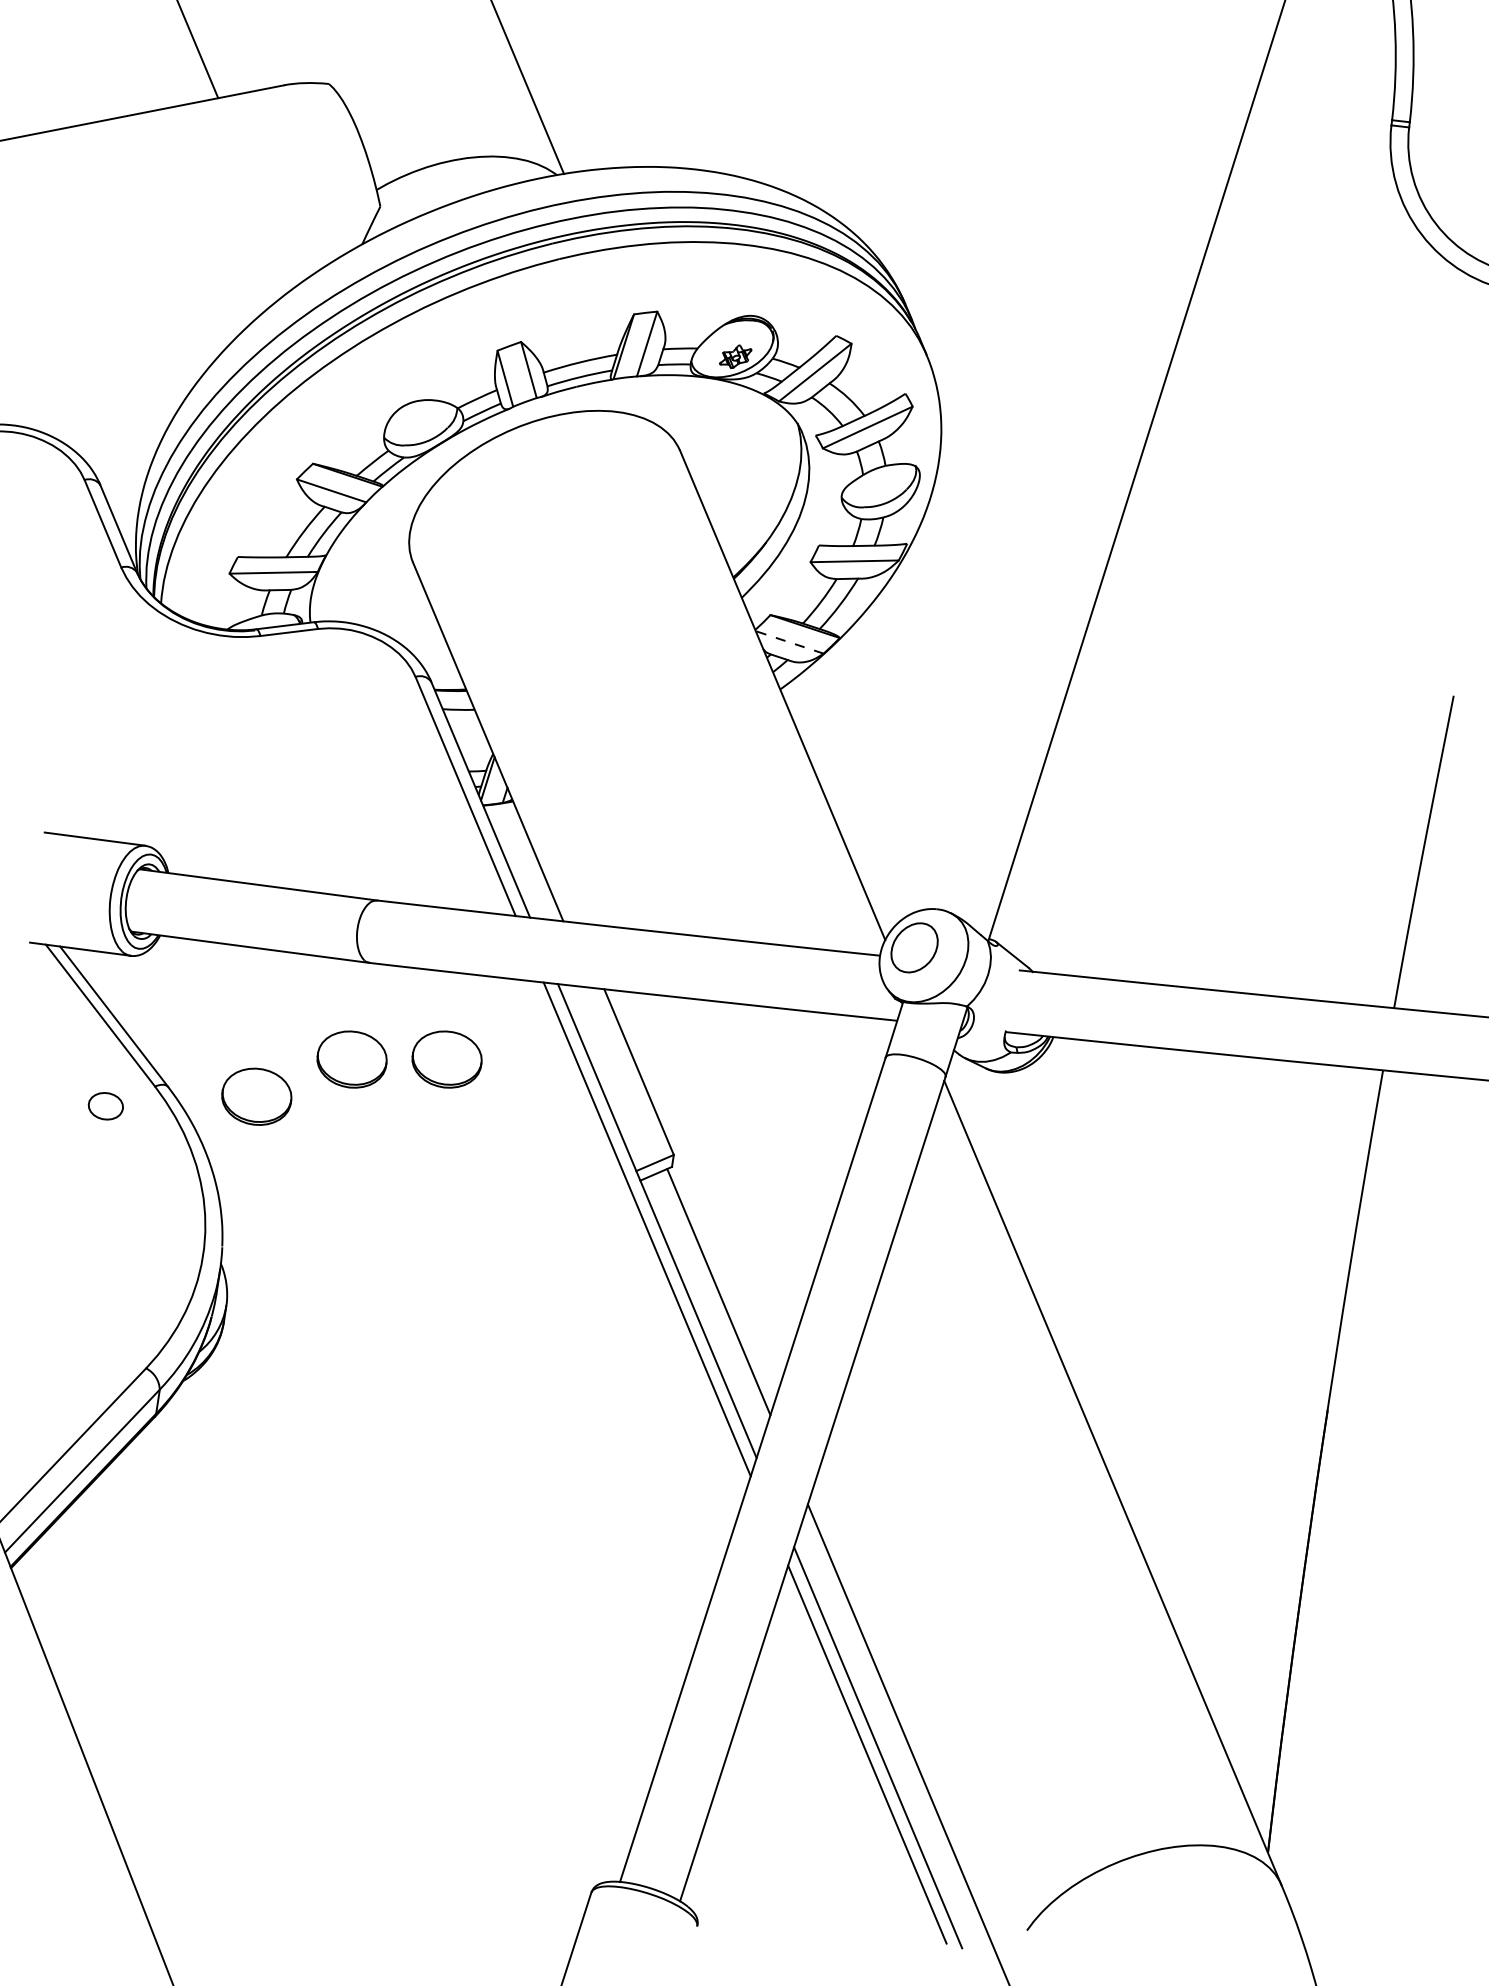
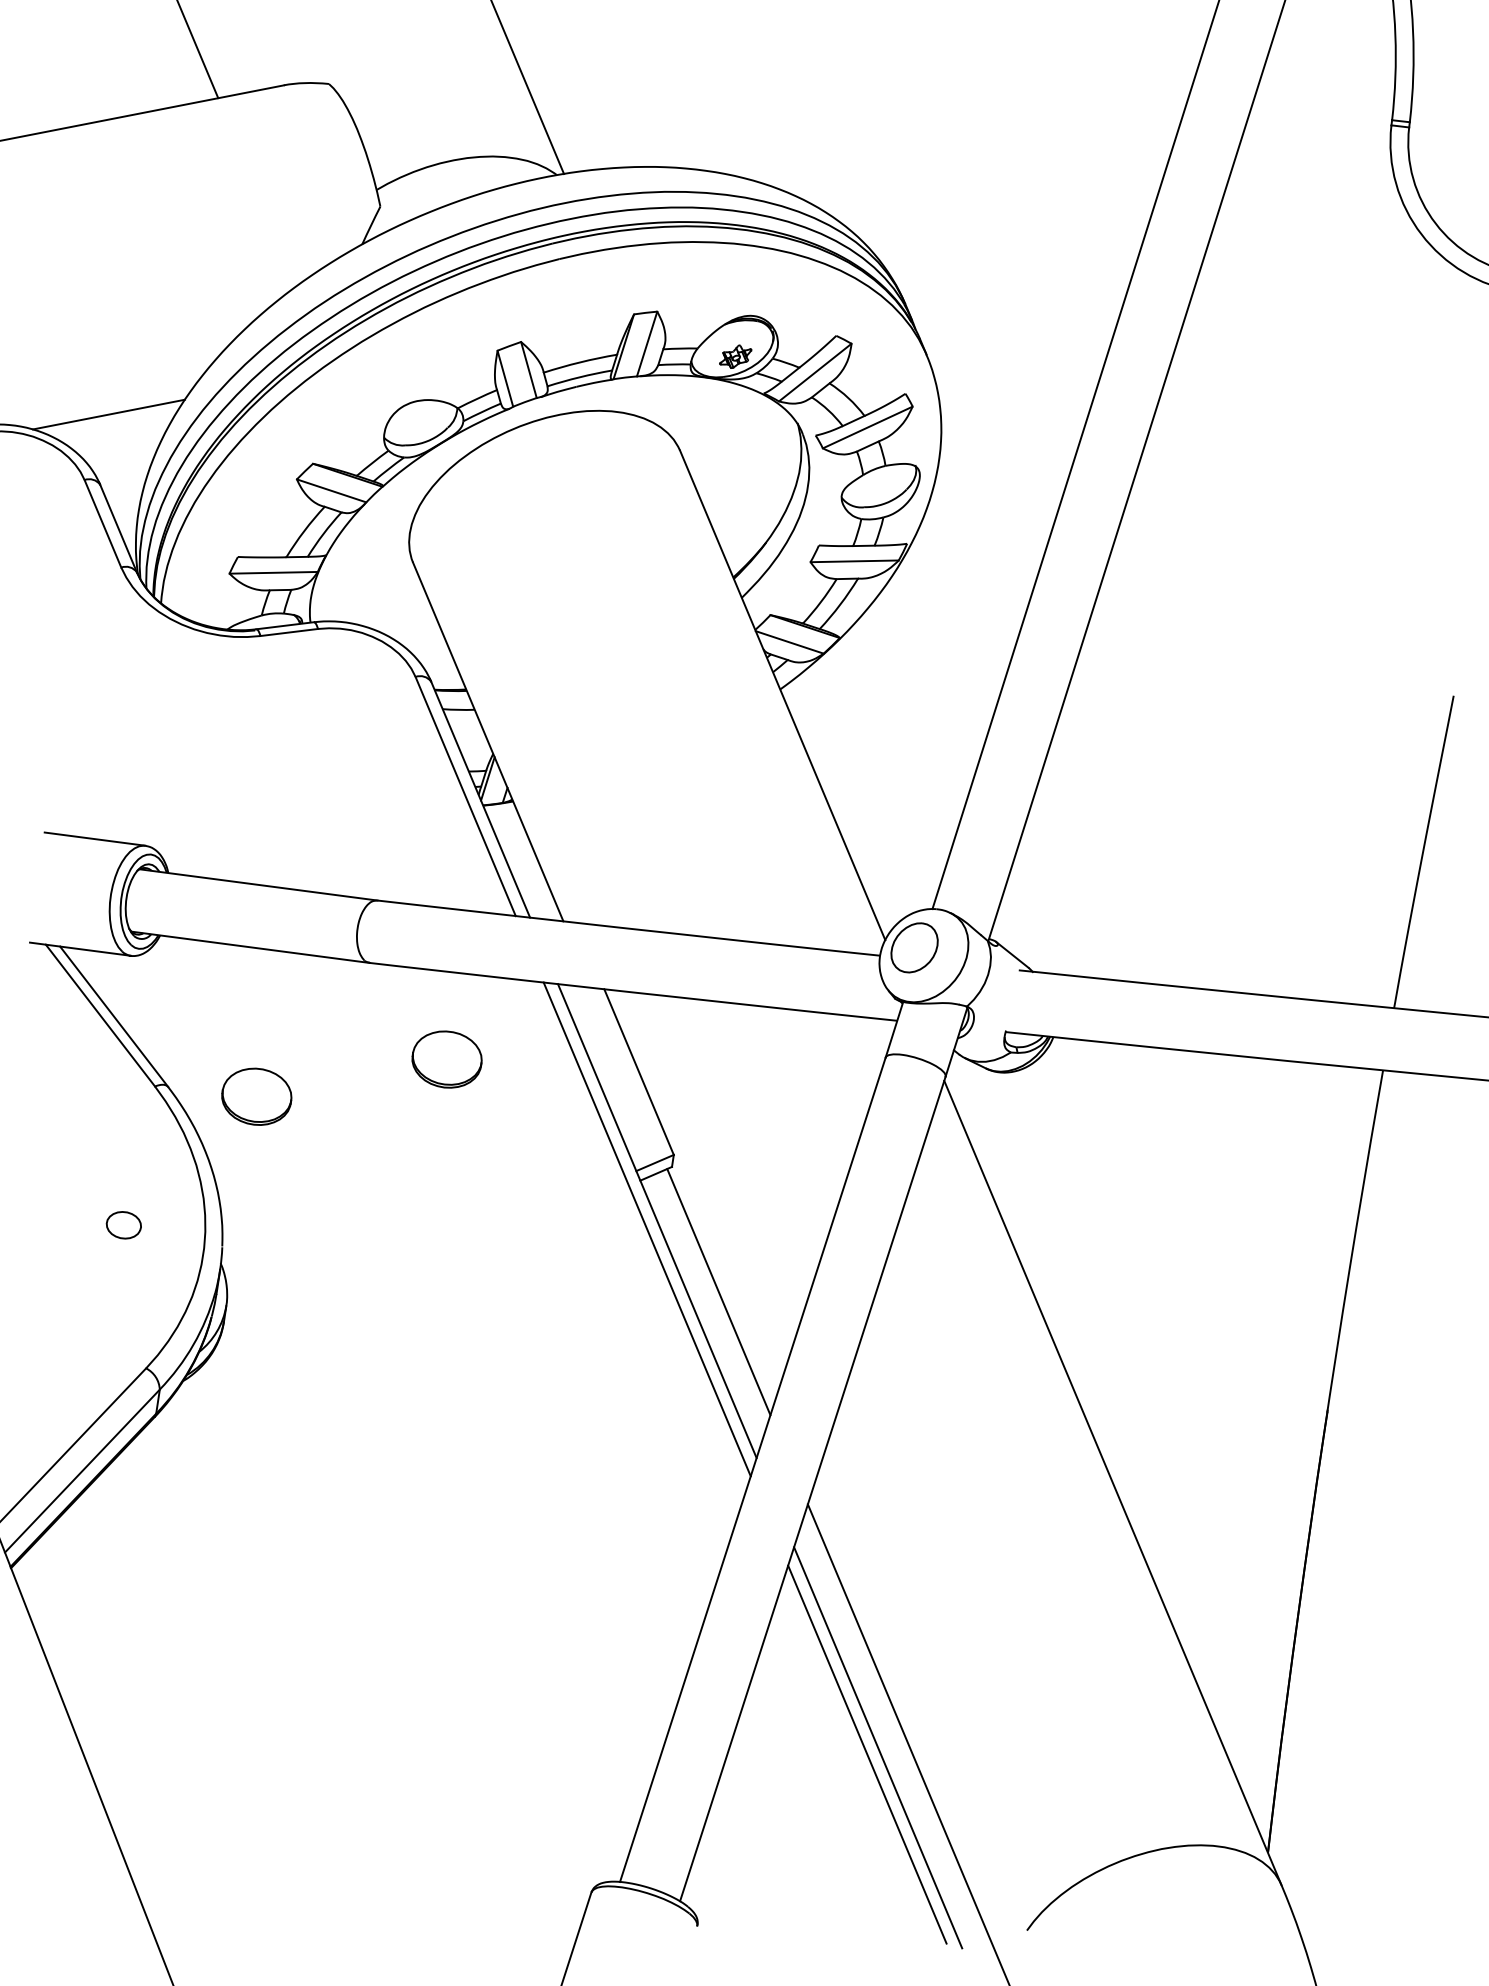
line at (109, 414): none -> present
line at (1075, 455): none -> present
line at (789, 642): dashed -> solid
part at (351, 1059): present -> none
part at (105, 1106) position: (105, 1106) -> (123, 1225)
